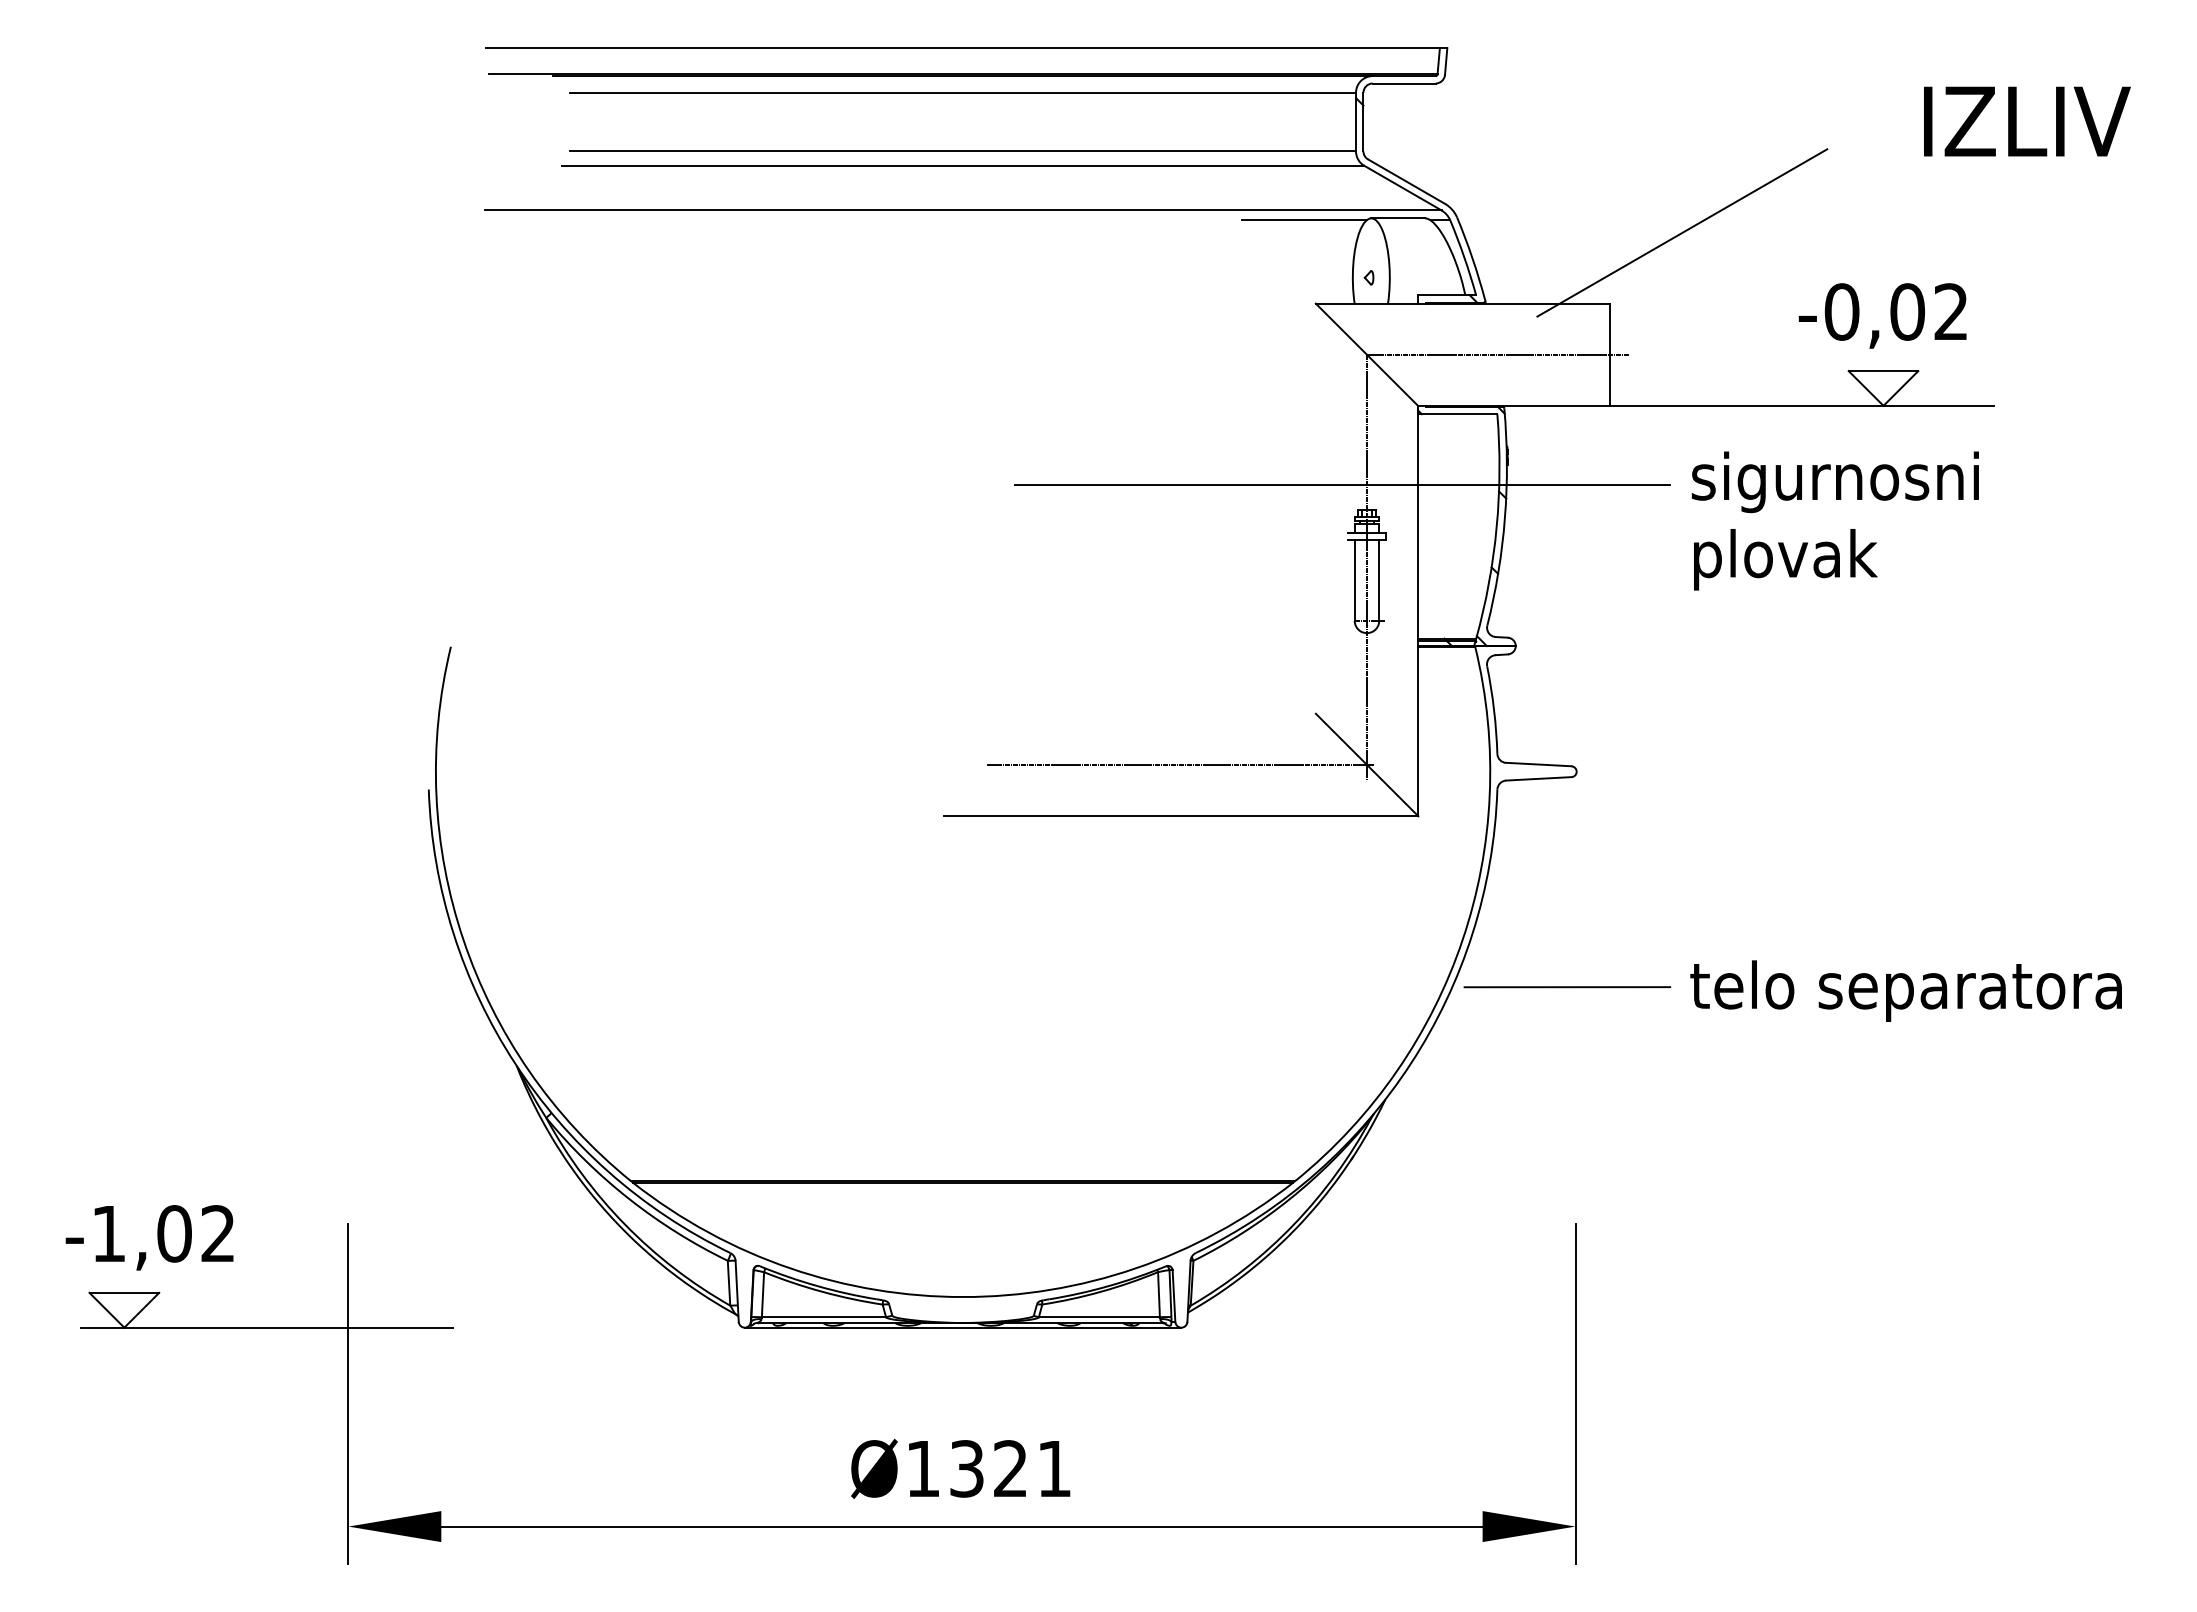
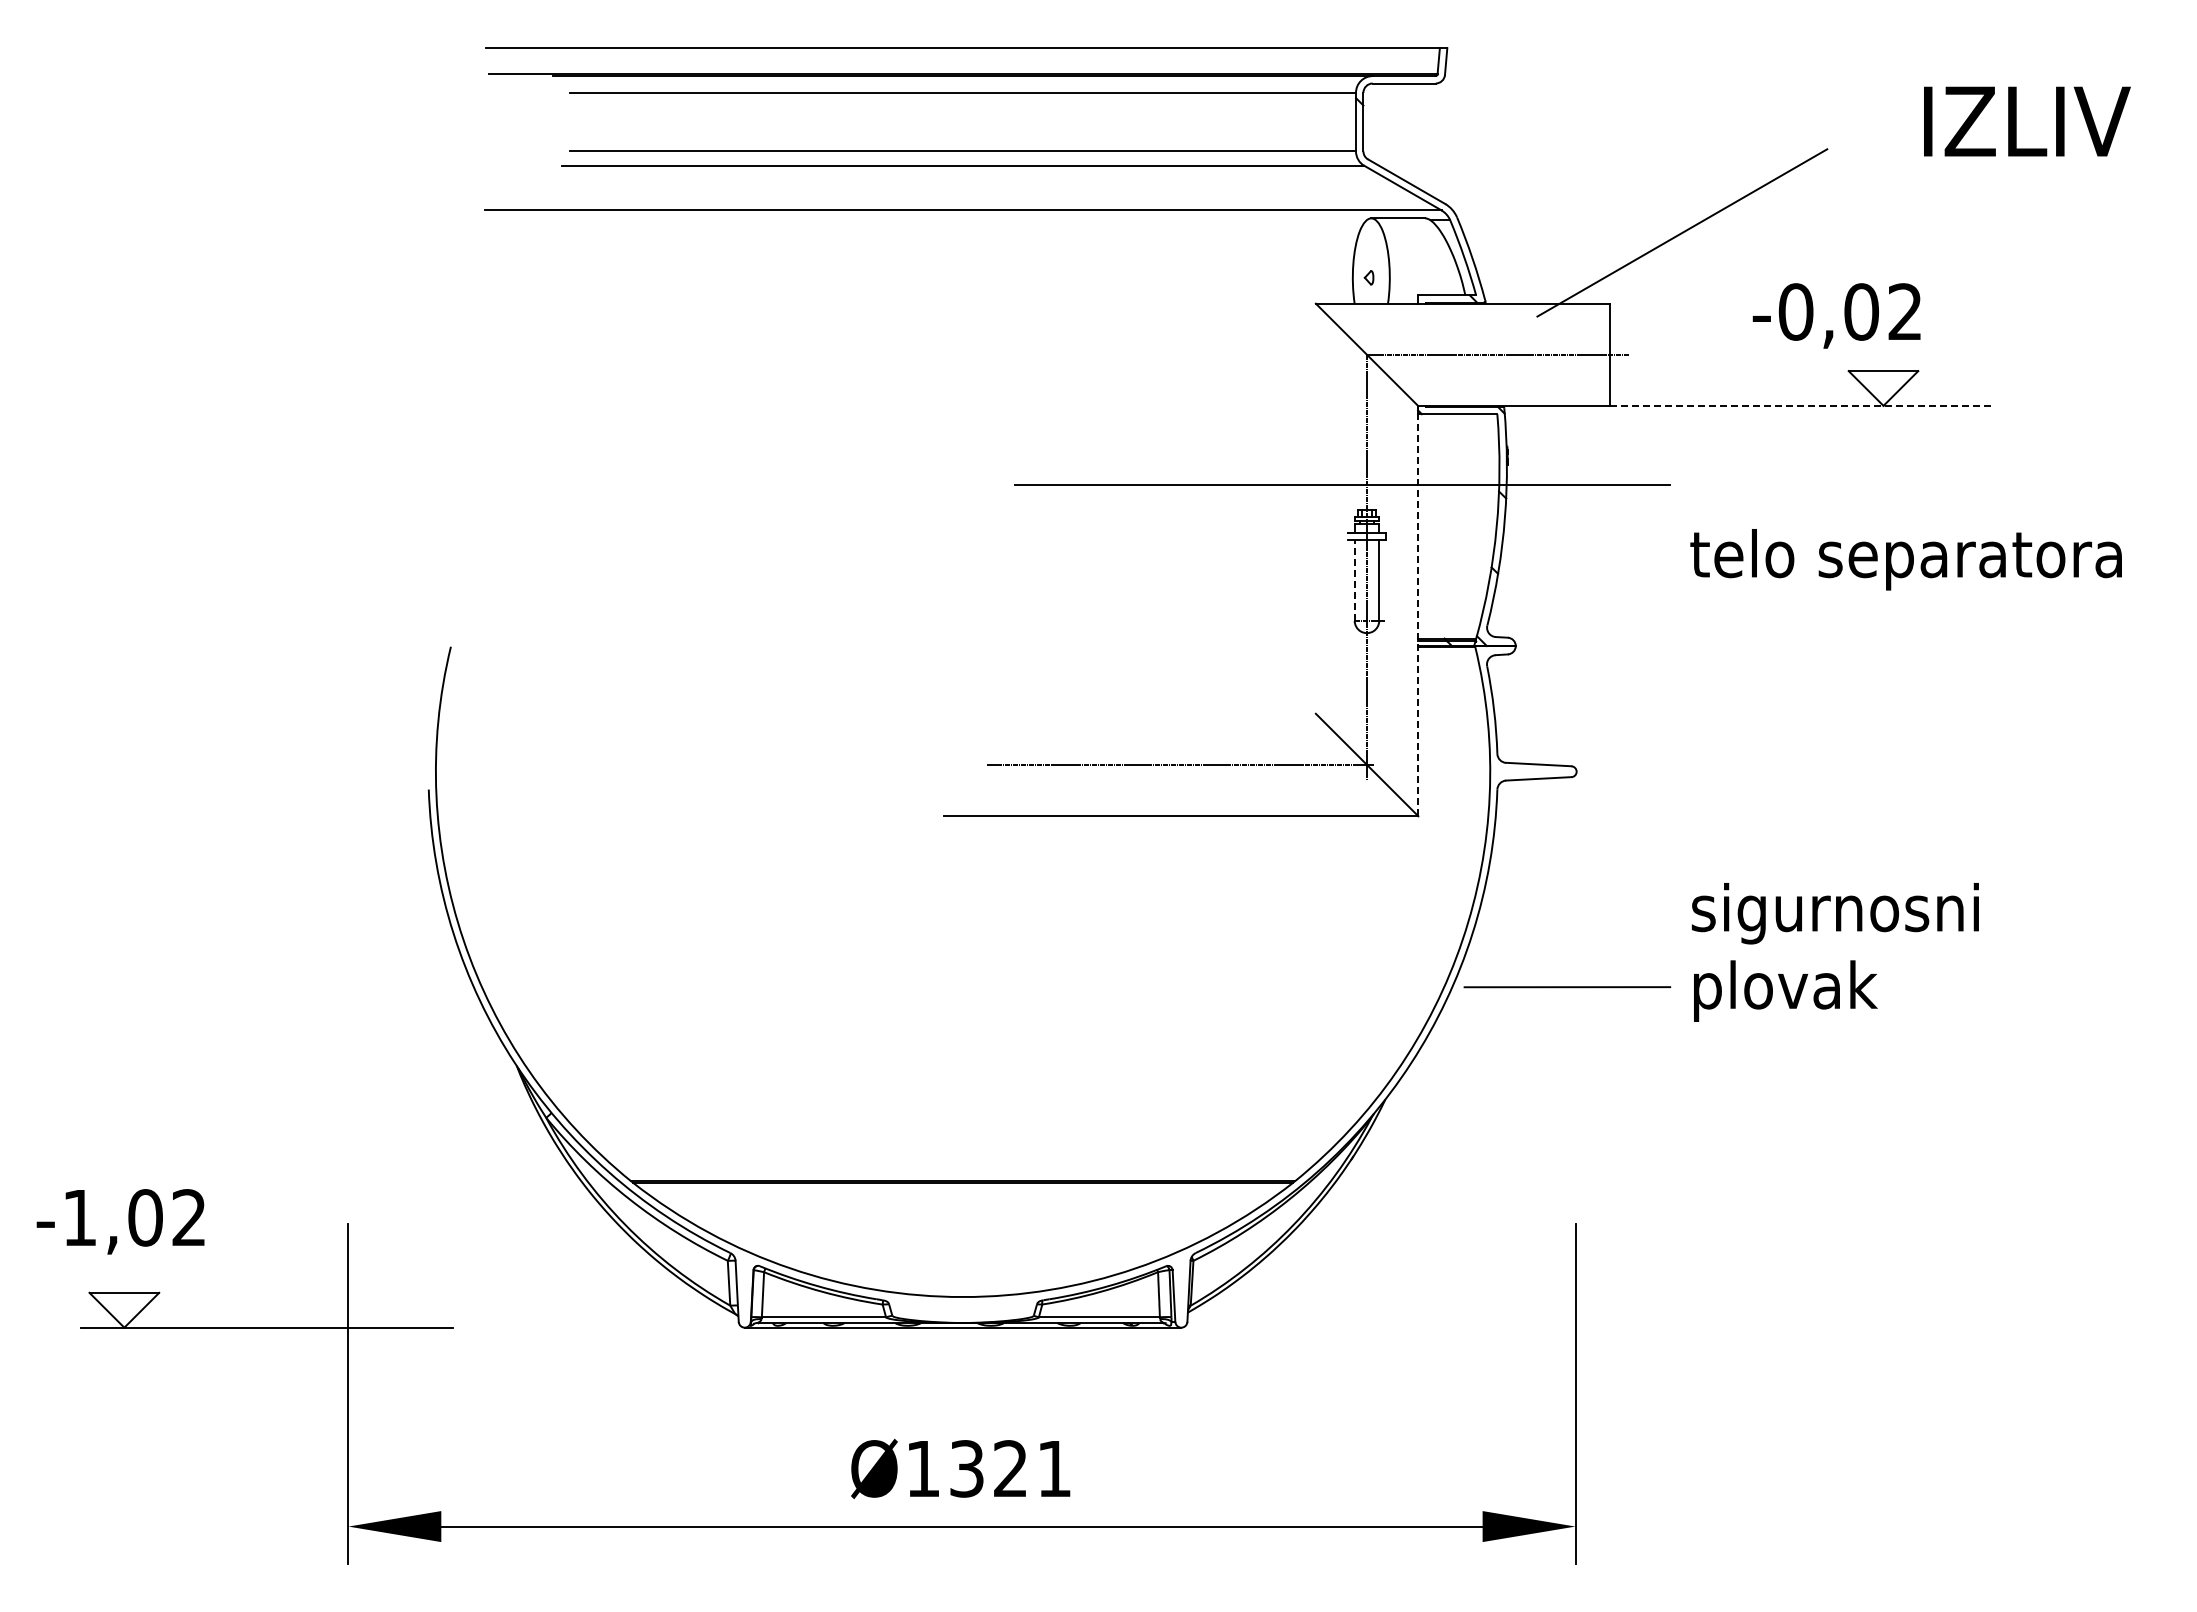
line at (1303, 220): present -> none
text at (1882, 315) position: (1882, 315) -> (1836, 315)
line at (1801, 405): solid -> dashed
text at (1905, 520): sigurnosni plovak -> telo separatora
line at (1354, 580): solid -> dashed
line at (1418, 610): solid -> dashed
text at (1905, 952): telo separatora -> sigurnosni plovak
text at (149, 1237) position: (149, 1237) -> (120, 1221)
